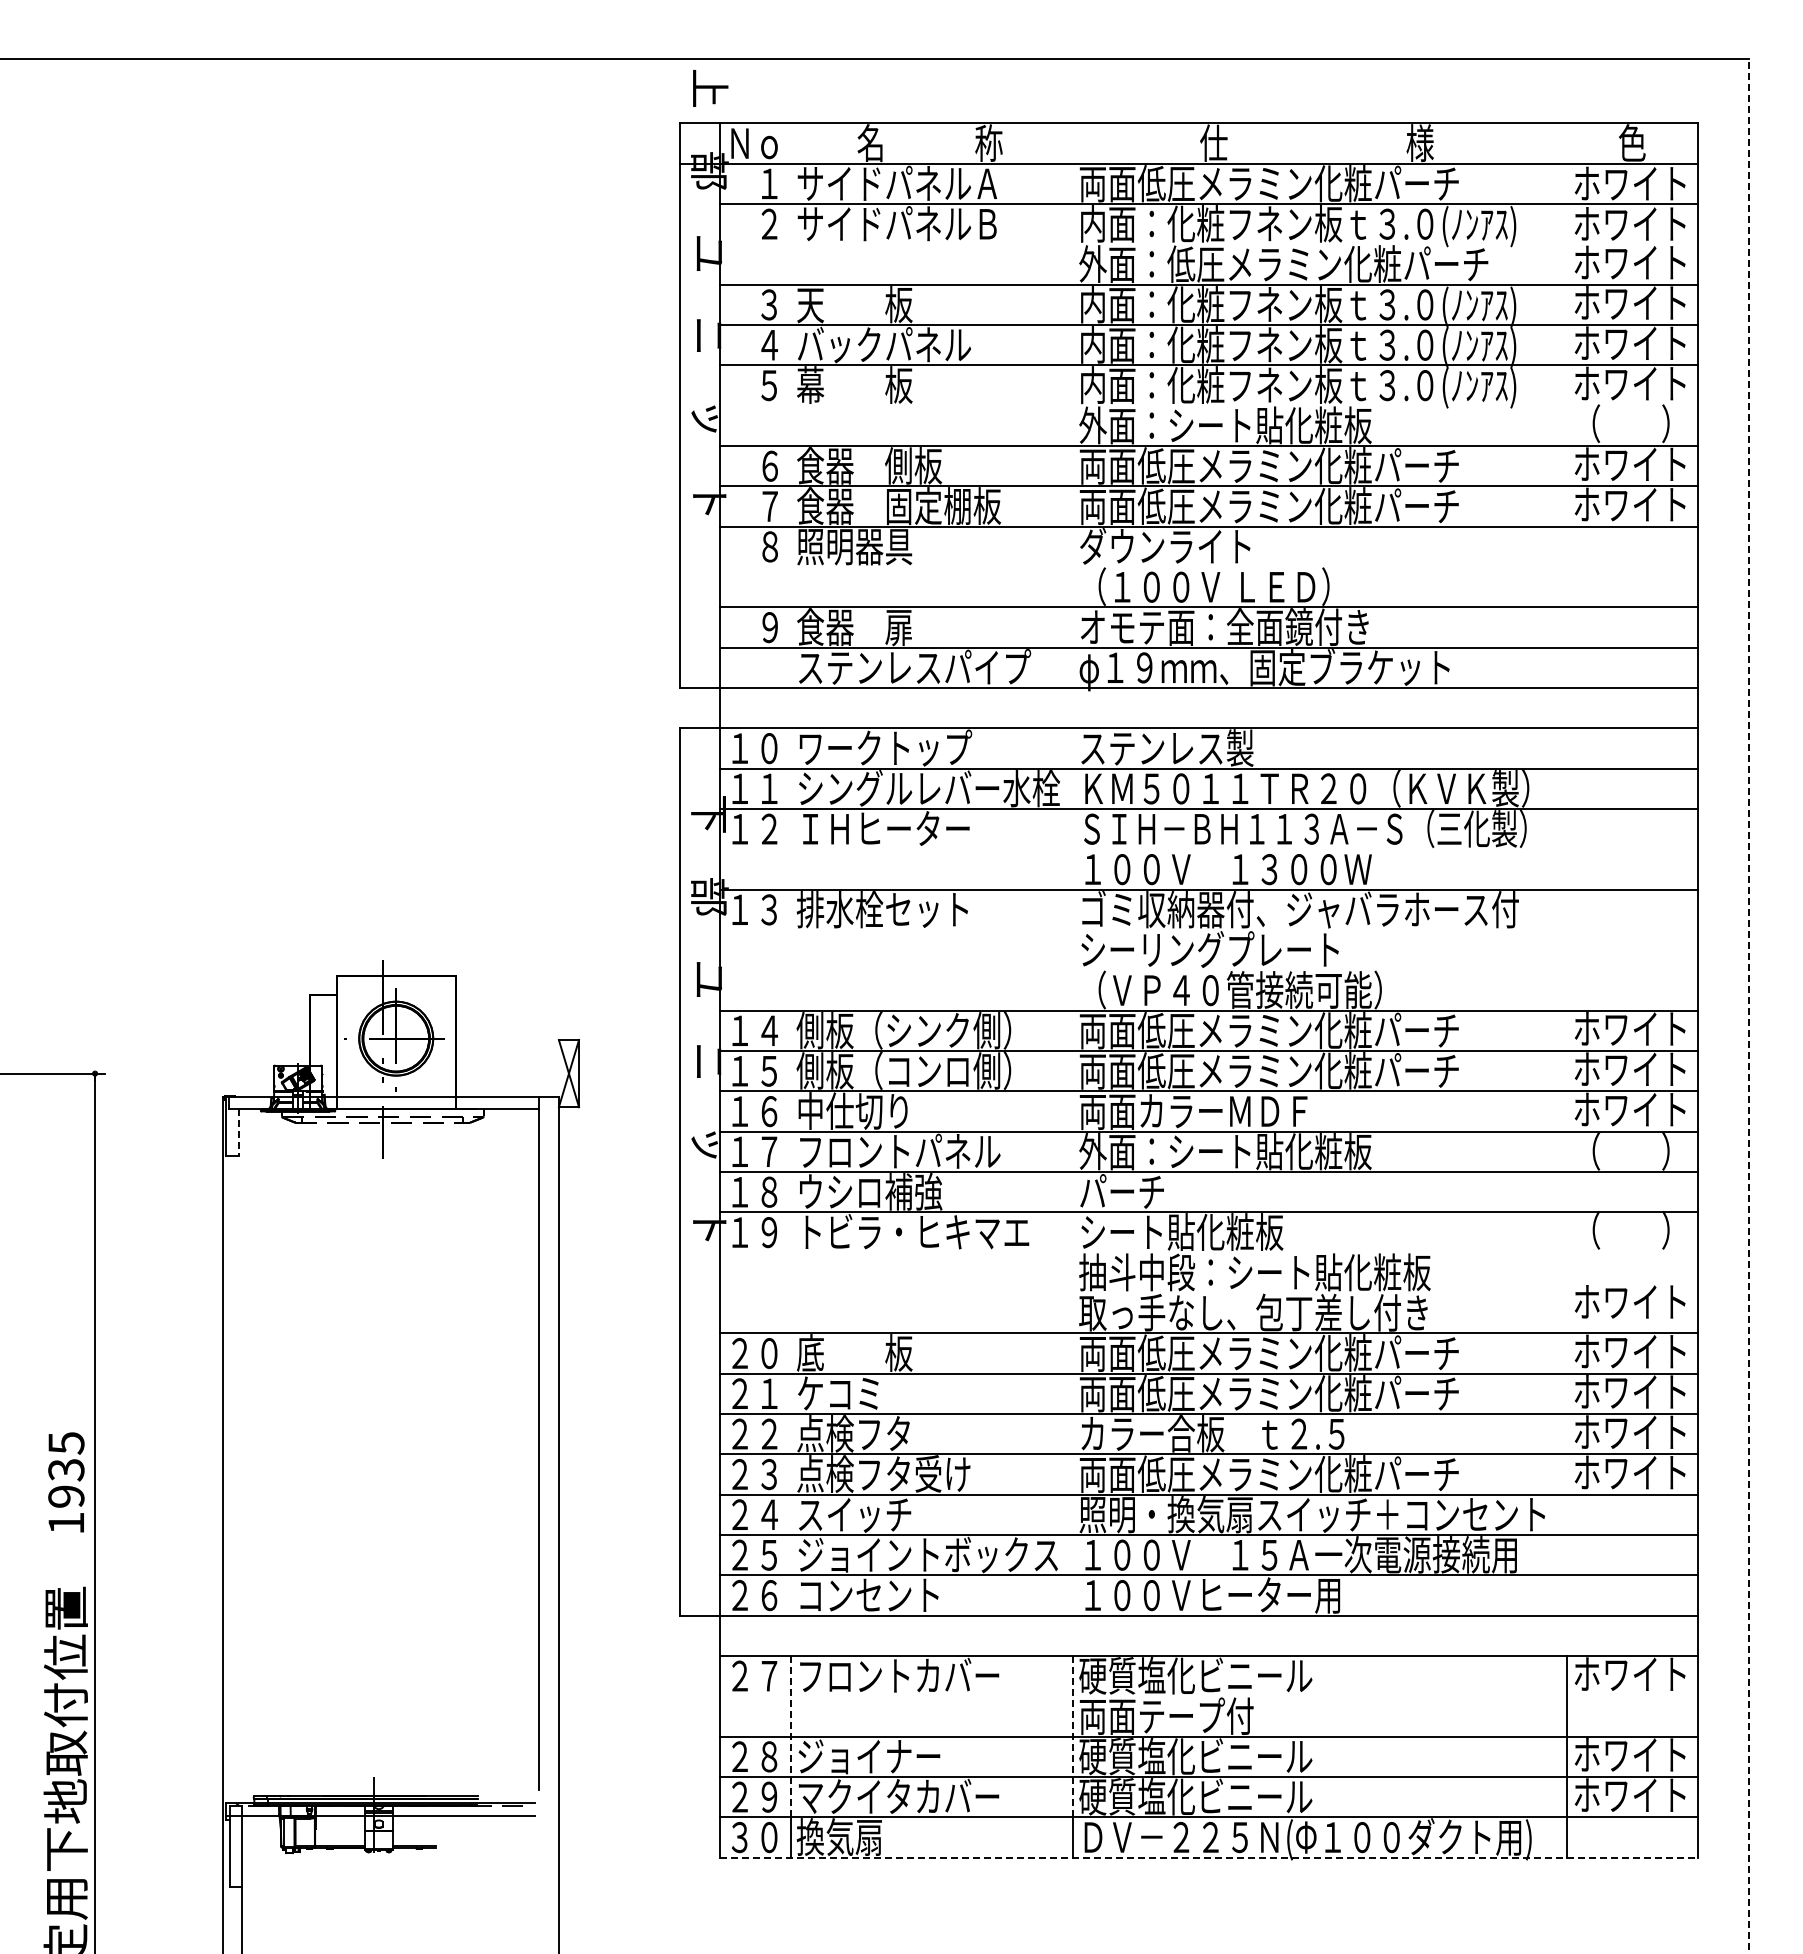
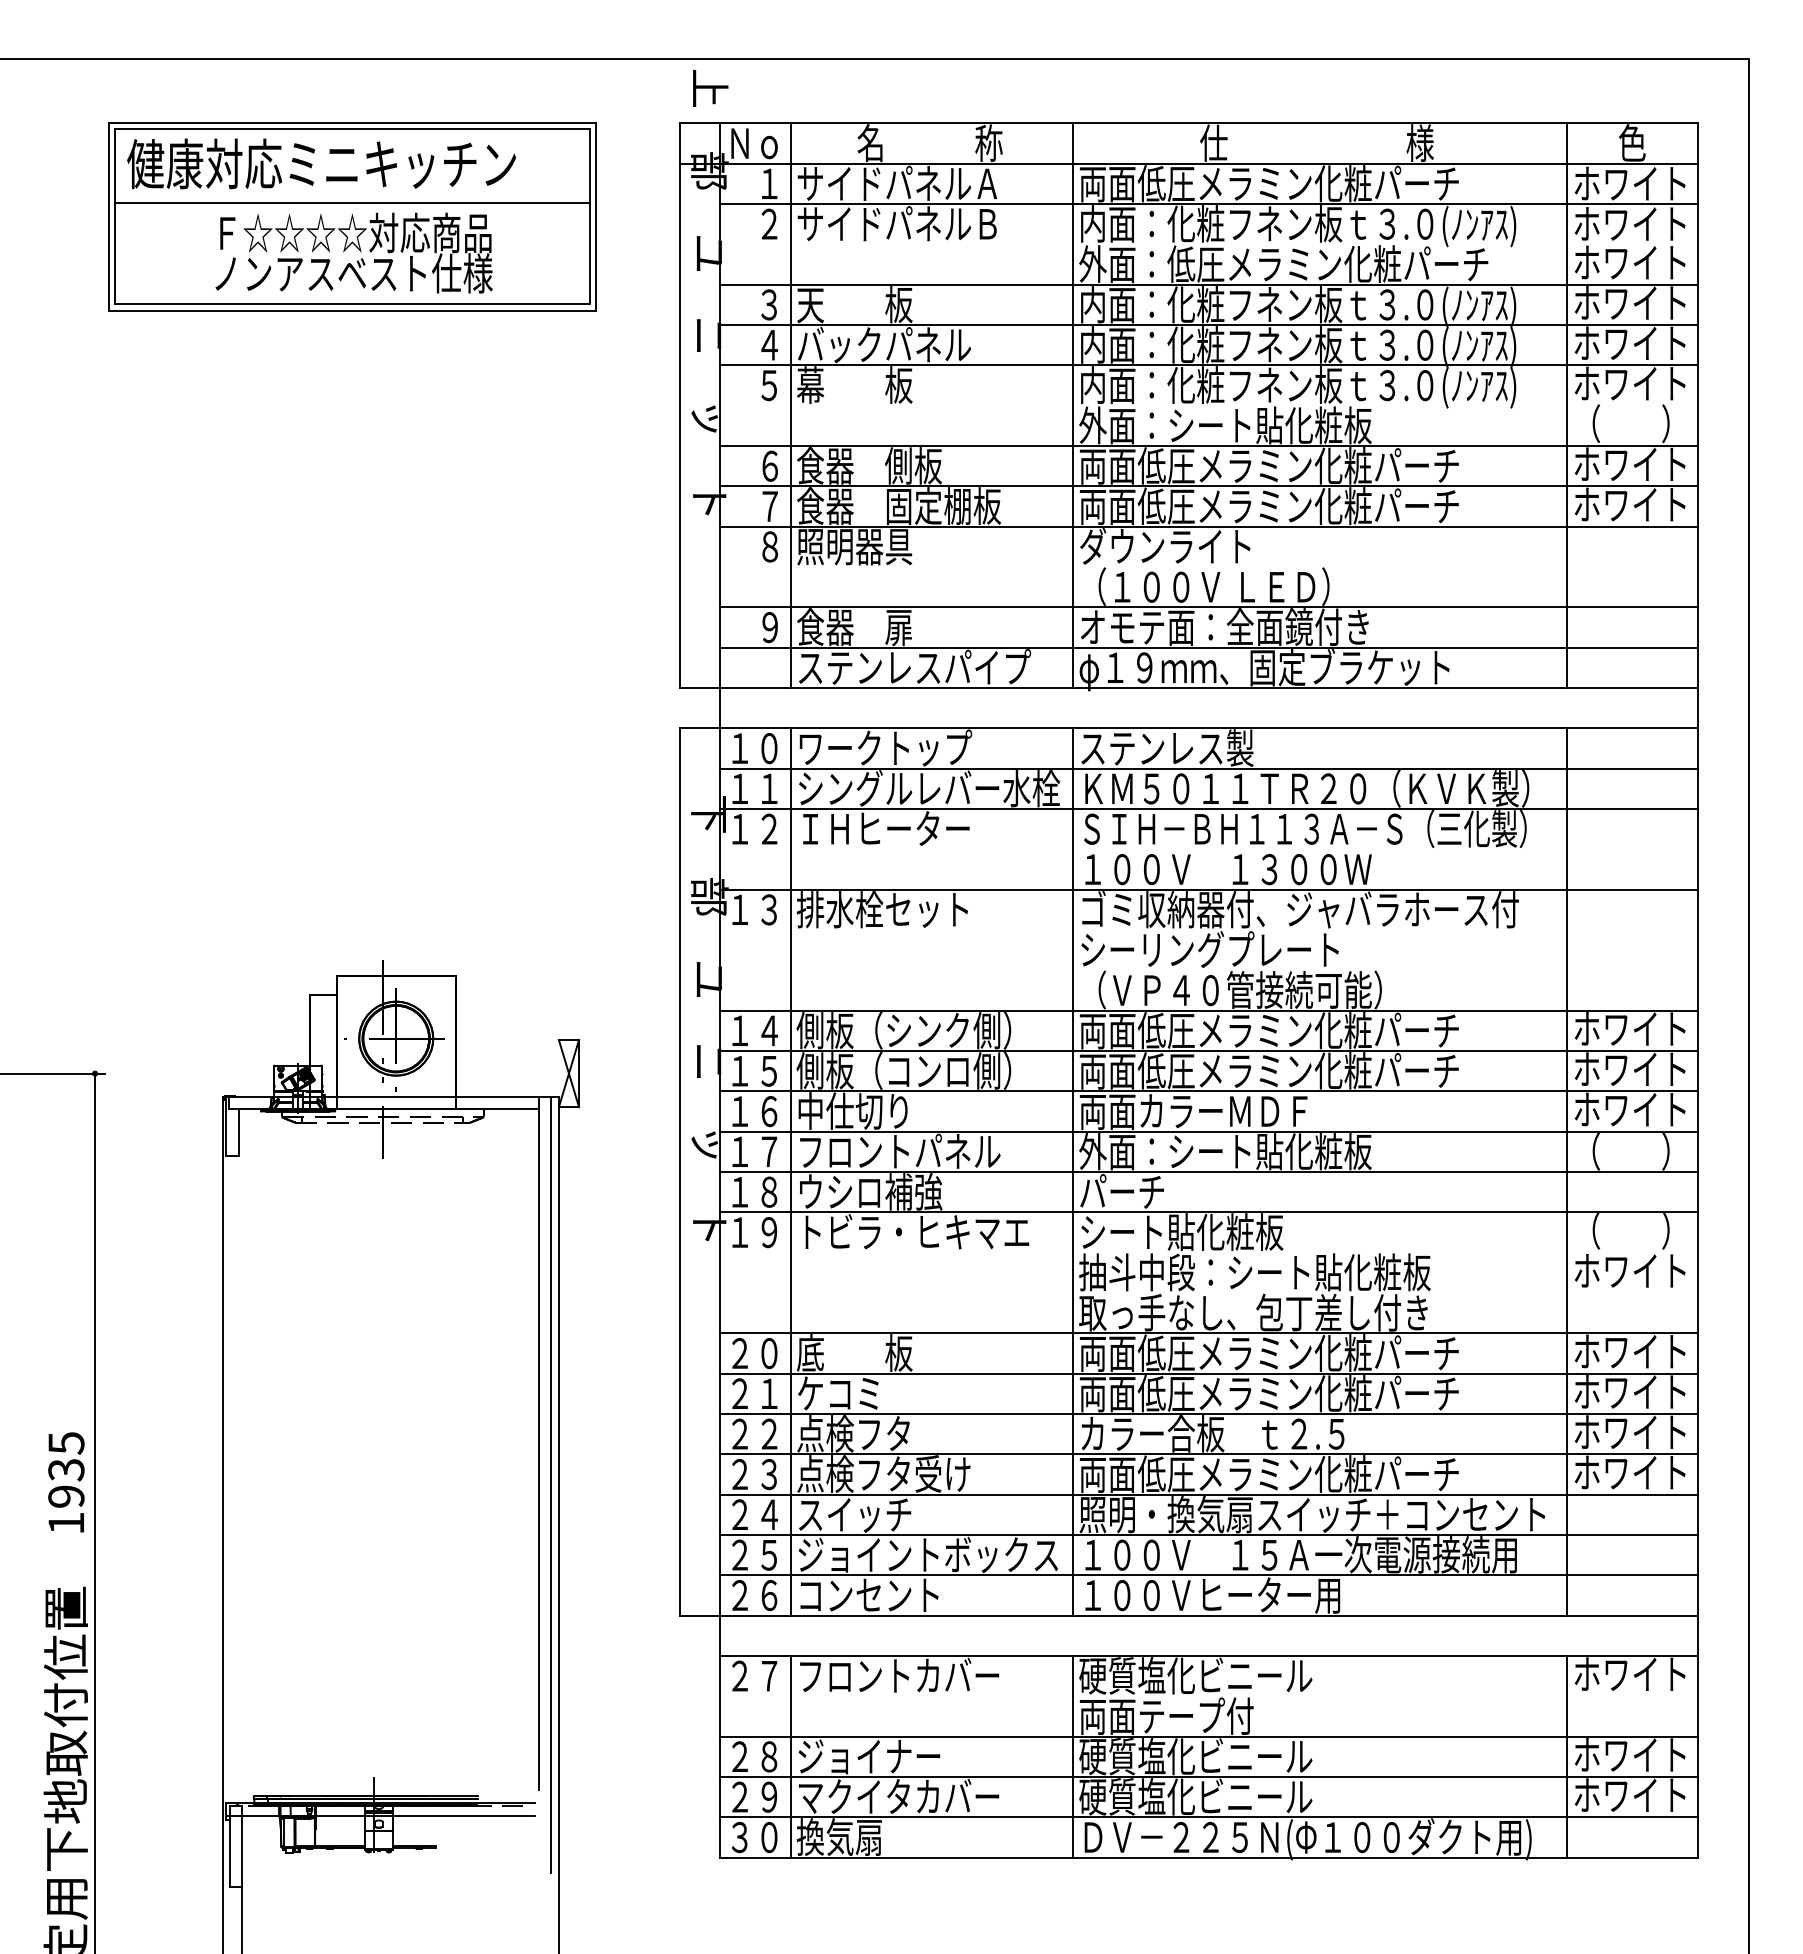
part at (352, 216): none -> present
line at (790, 405): none -> present
line at (1073, 405): none -> present
line at (1567, 405): none -> present
line at (1748, 1005): dashed -> solid
line at (239, 1132): dashed -> solid
line at (790, 1171): none -> present
line at (1073, 1171): none -> present
line at (1567, 1171): none -> present
text at (1630, 1301) position: (1630, 1301) -> (1630, 1270)
line at (550, 1484): none -> present
line at (790, 1736): dashed -> solid
line at (1073, 1736): dashed -> solid
line at (1209, 1857): dashed -> solid
